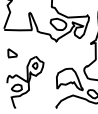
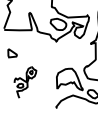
part at (25, 82) size: 39x53 px -> 25x33 px
